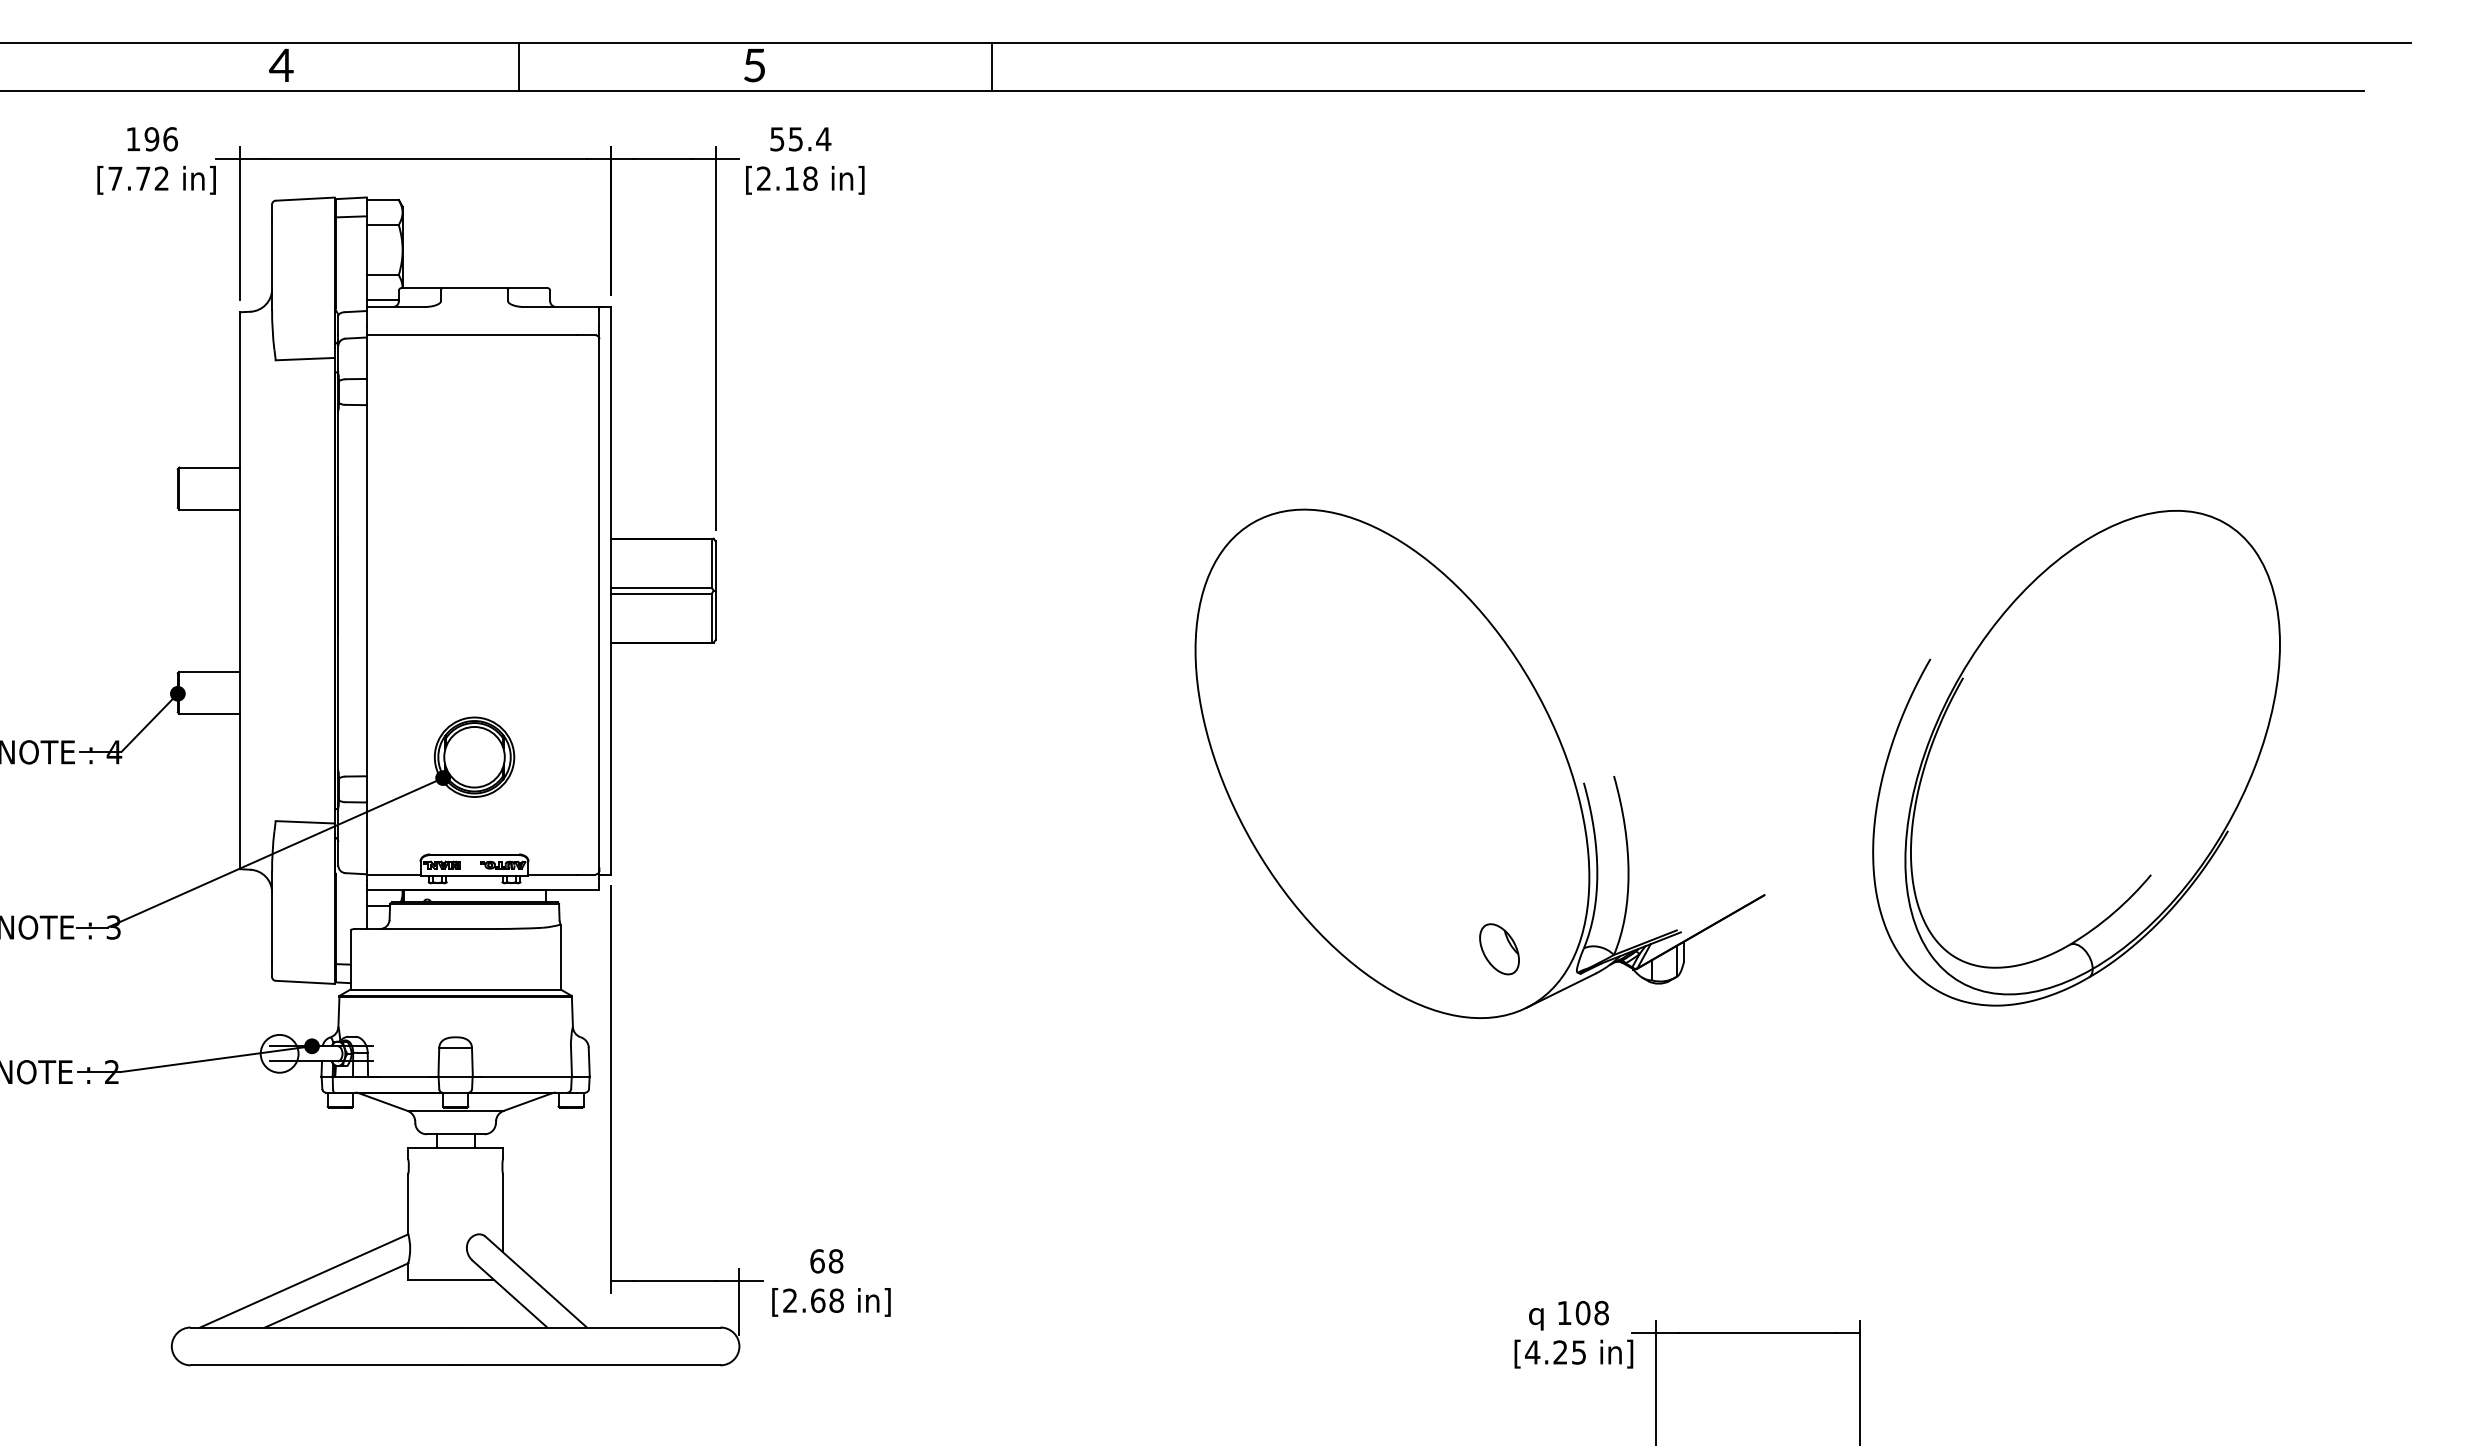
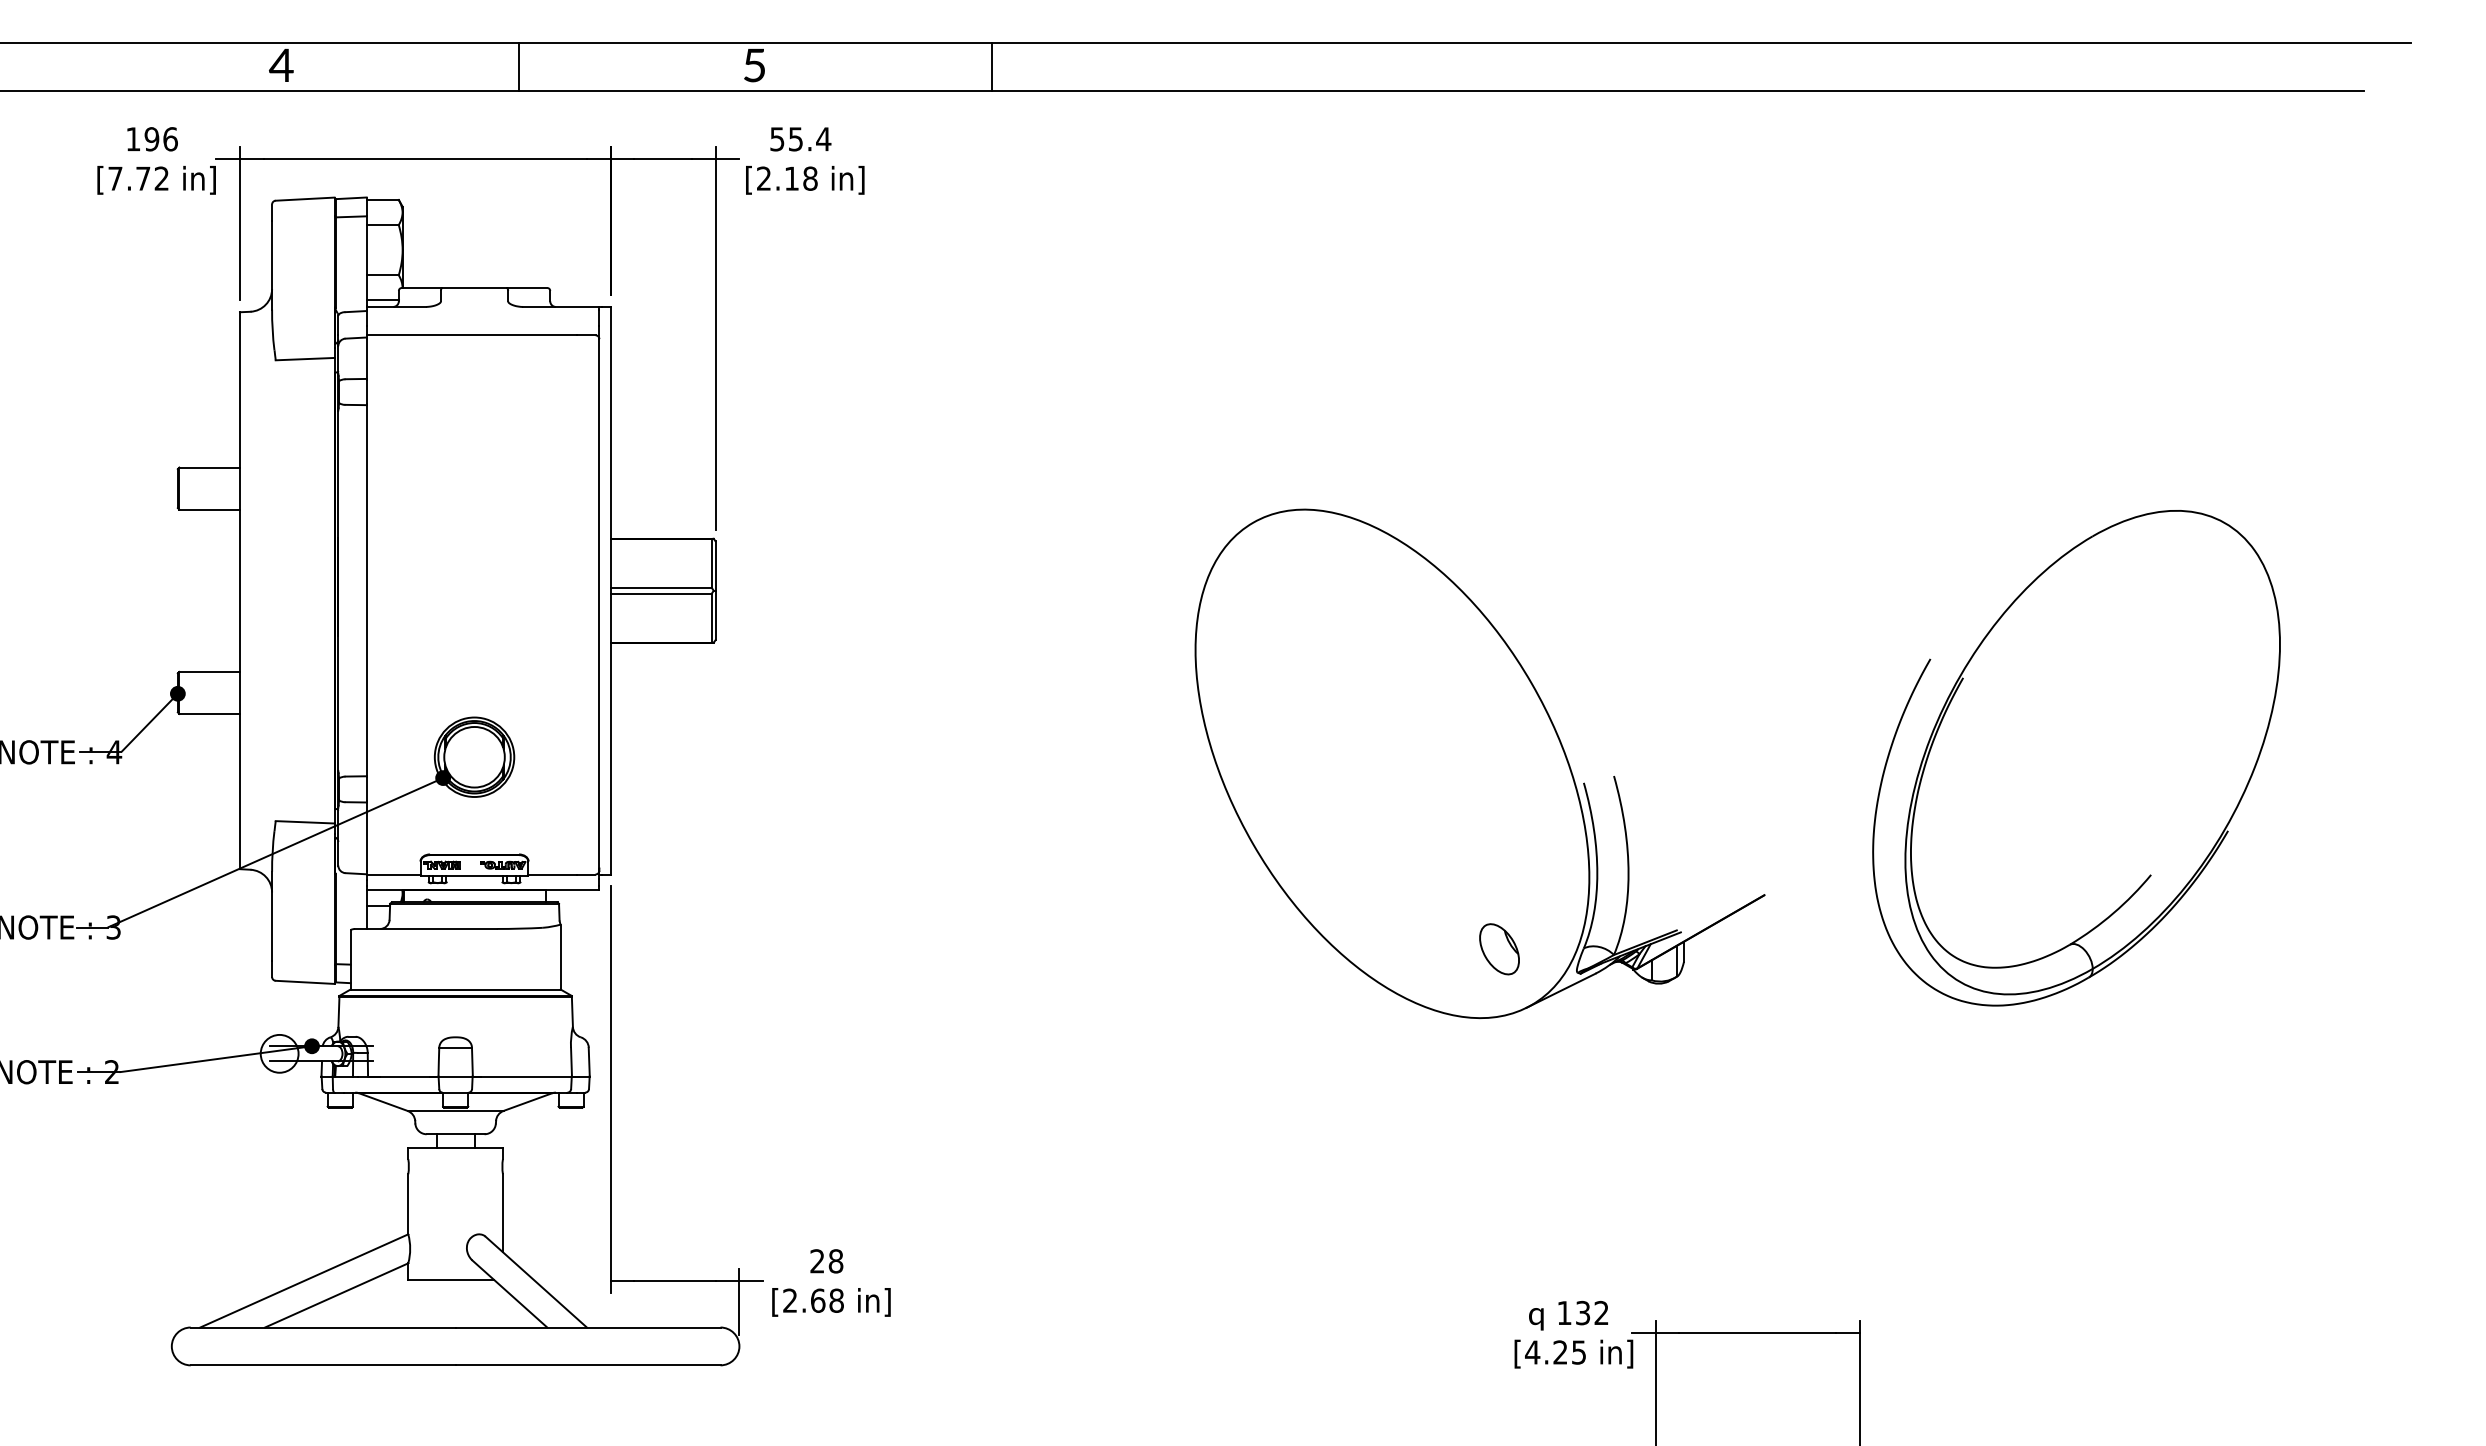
text at (817, 1261): 68 -> 28
text at (1591, 1313): 108 -> 132
